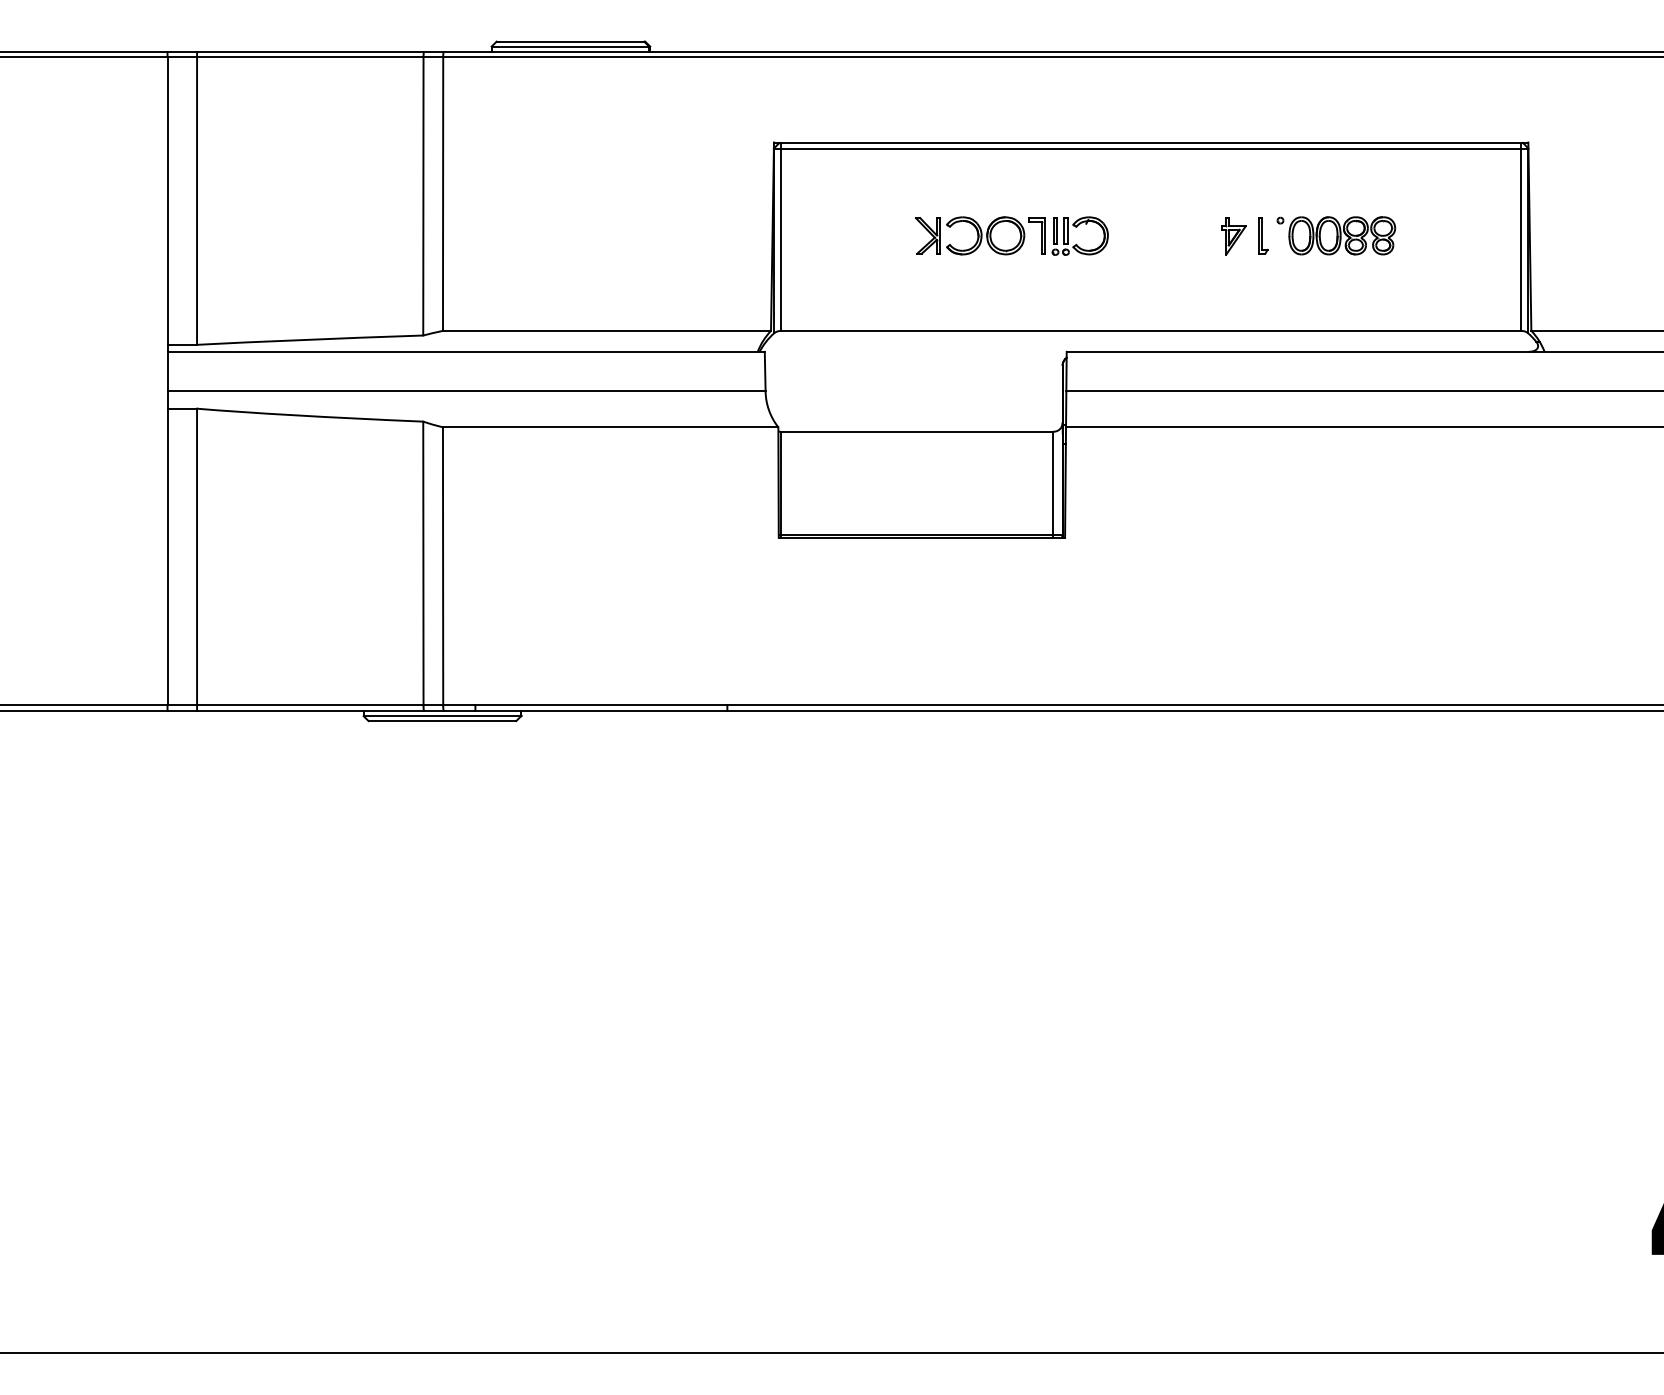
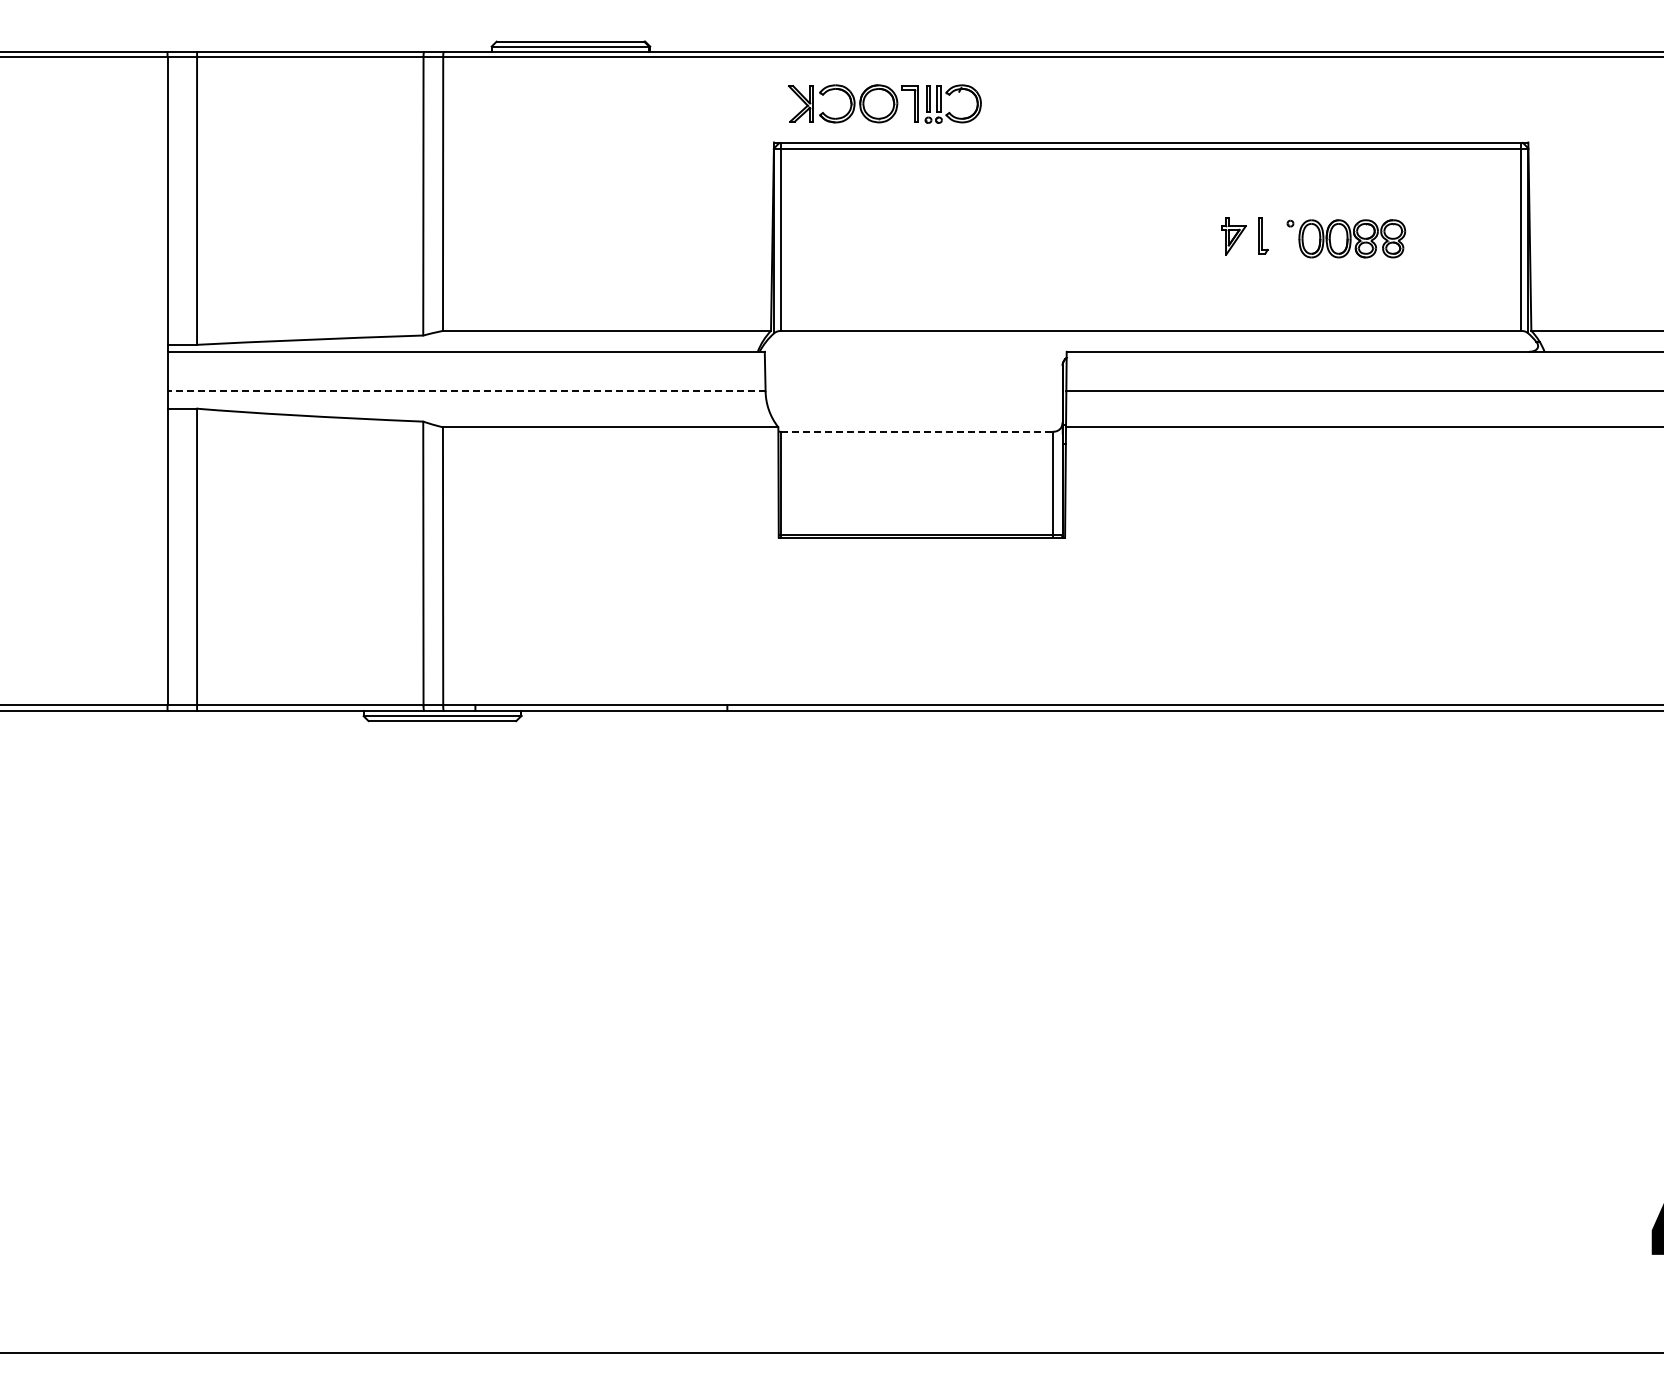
part at (1011, 235) position: (1011, 235) -> (884, 103)
part at (1336, 235) position: (1336, 235) -> (1346, 238)
line at (466, 391): solid -> dashed
line at (916, 431): solid -> dashed
